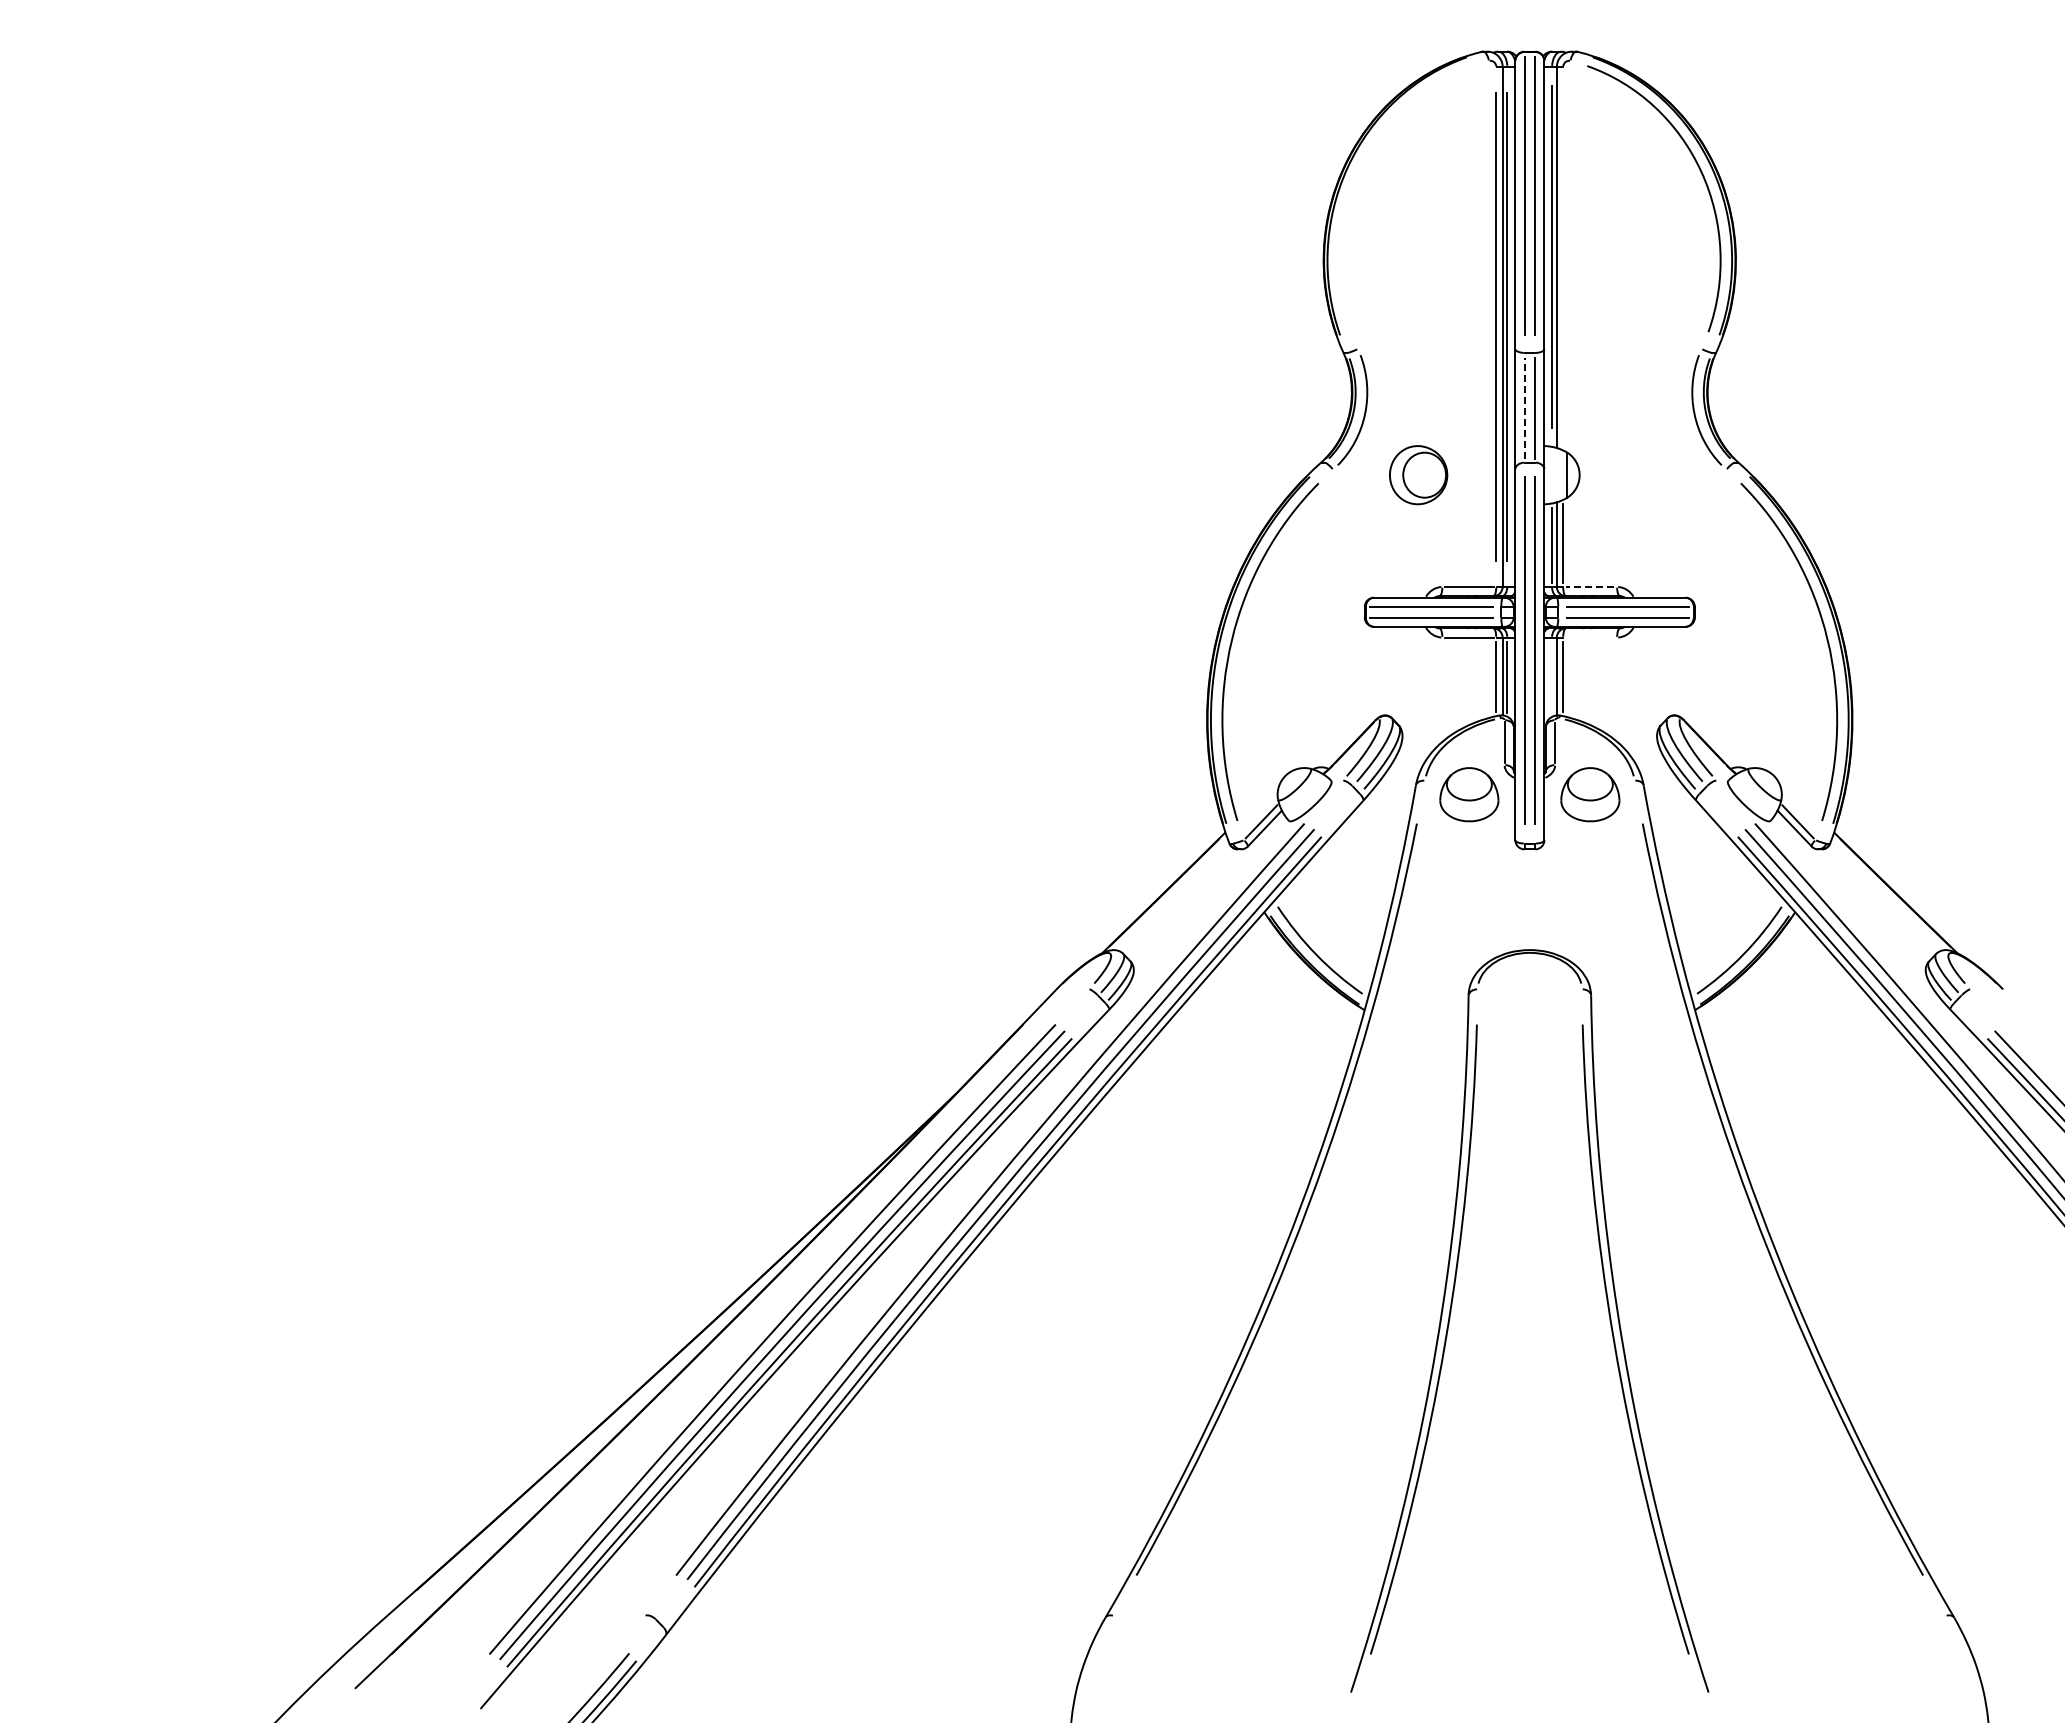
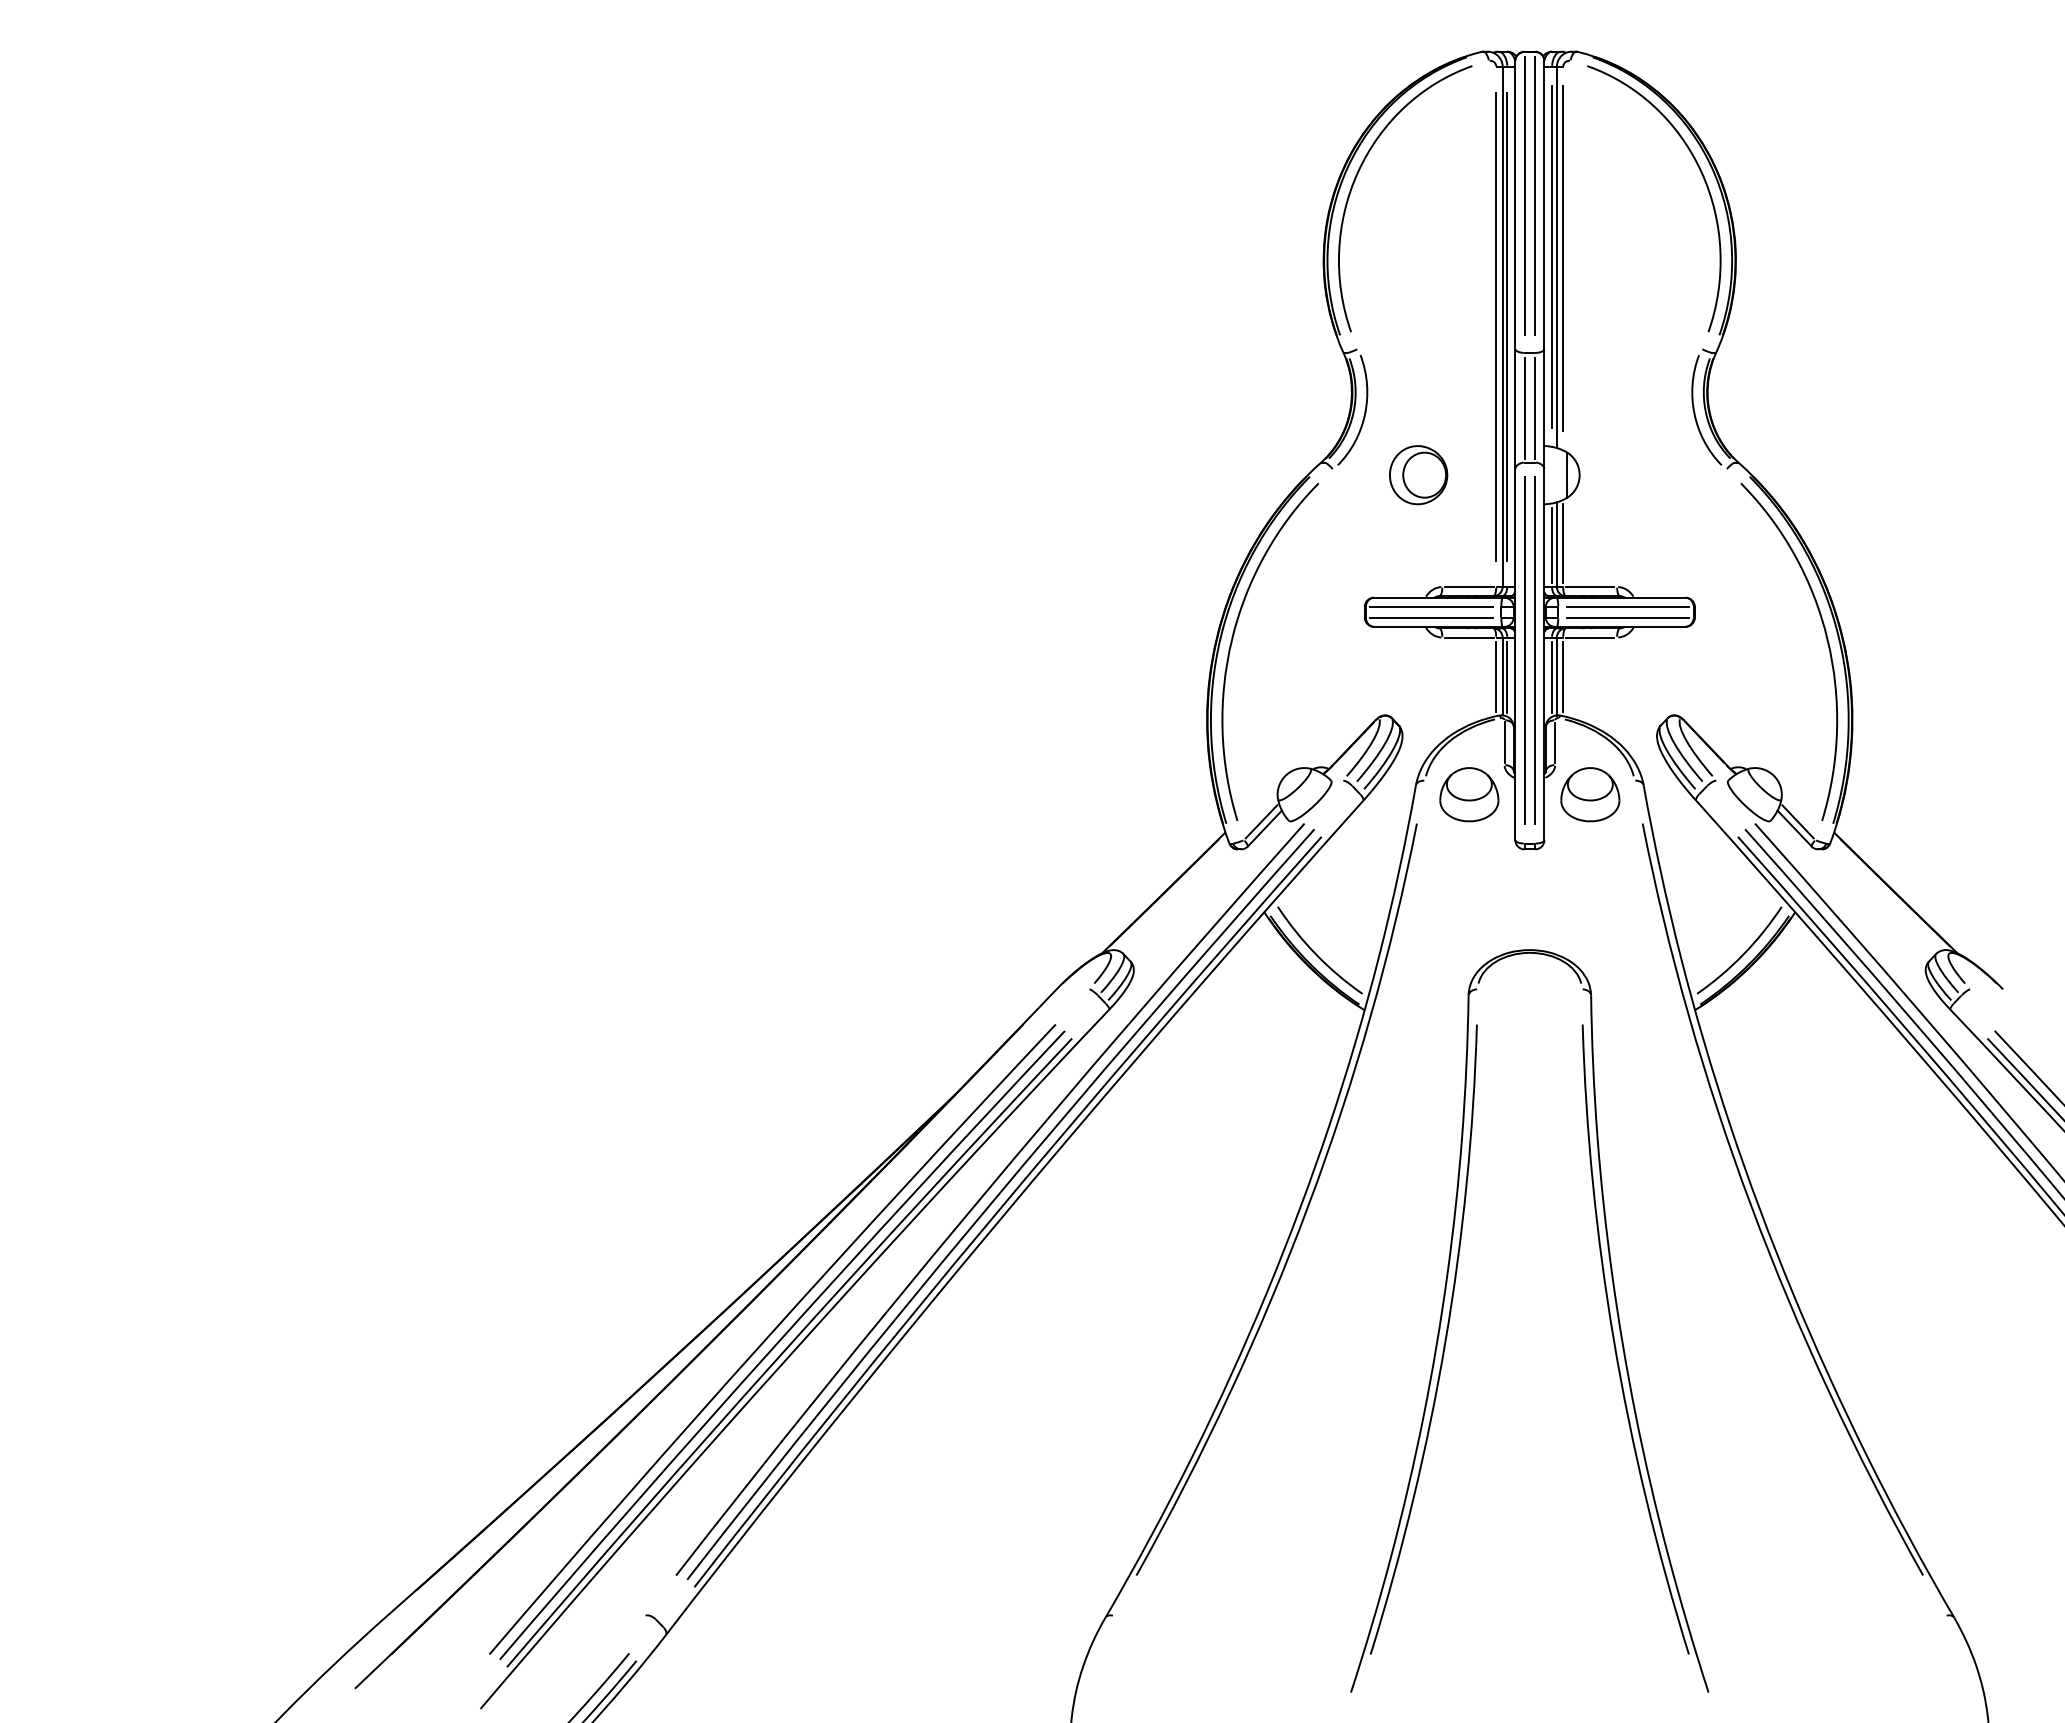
curve at (1358, 174): none -> present
line at (1563, 258): none -> present
line at (1524, 408): dashed -> solid
line at (1589, 587): dashed -> solid
line at (1589, 637): none -> present
line at (1552, 676): none -> present
